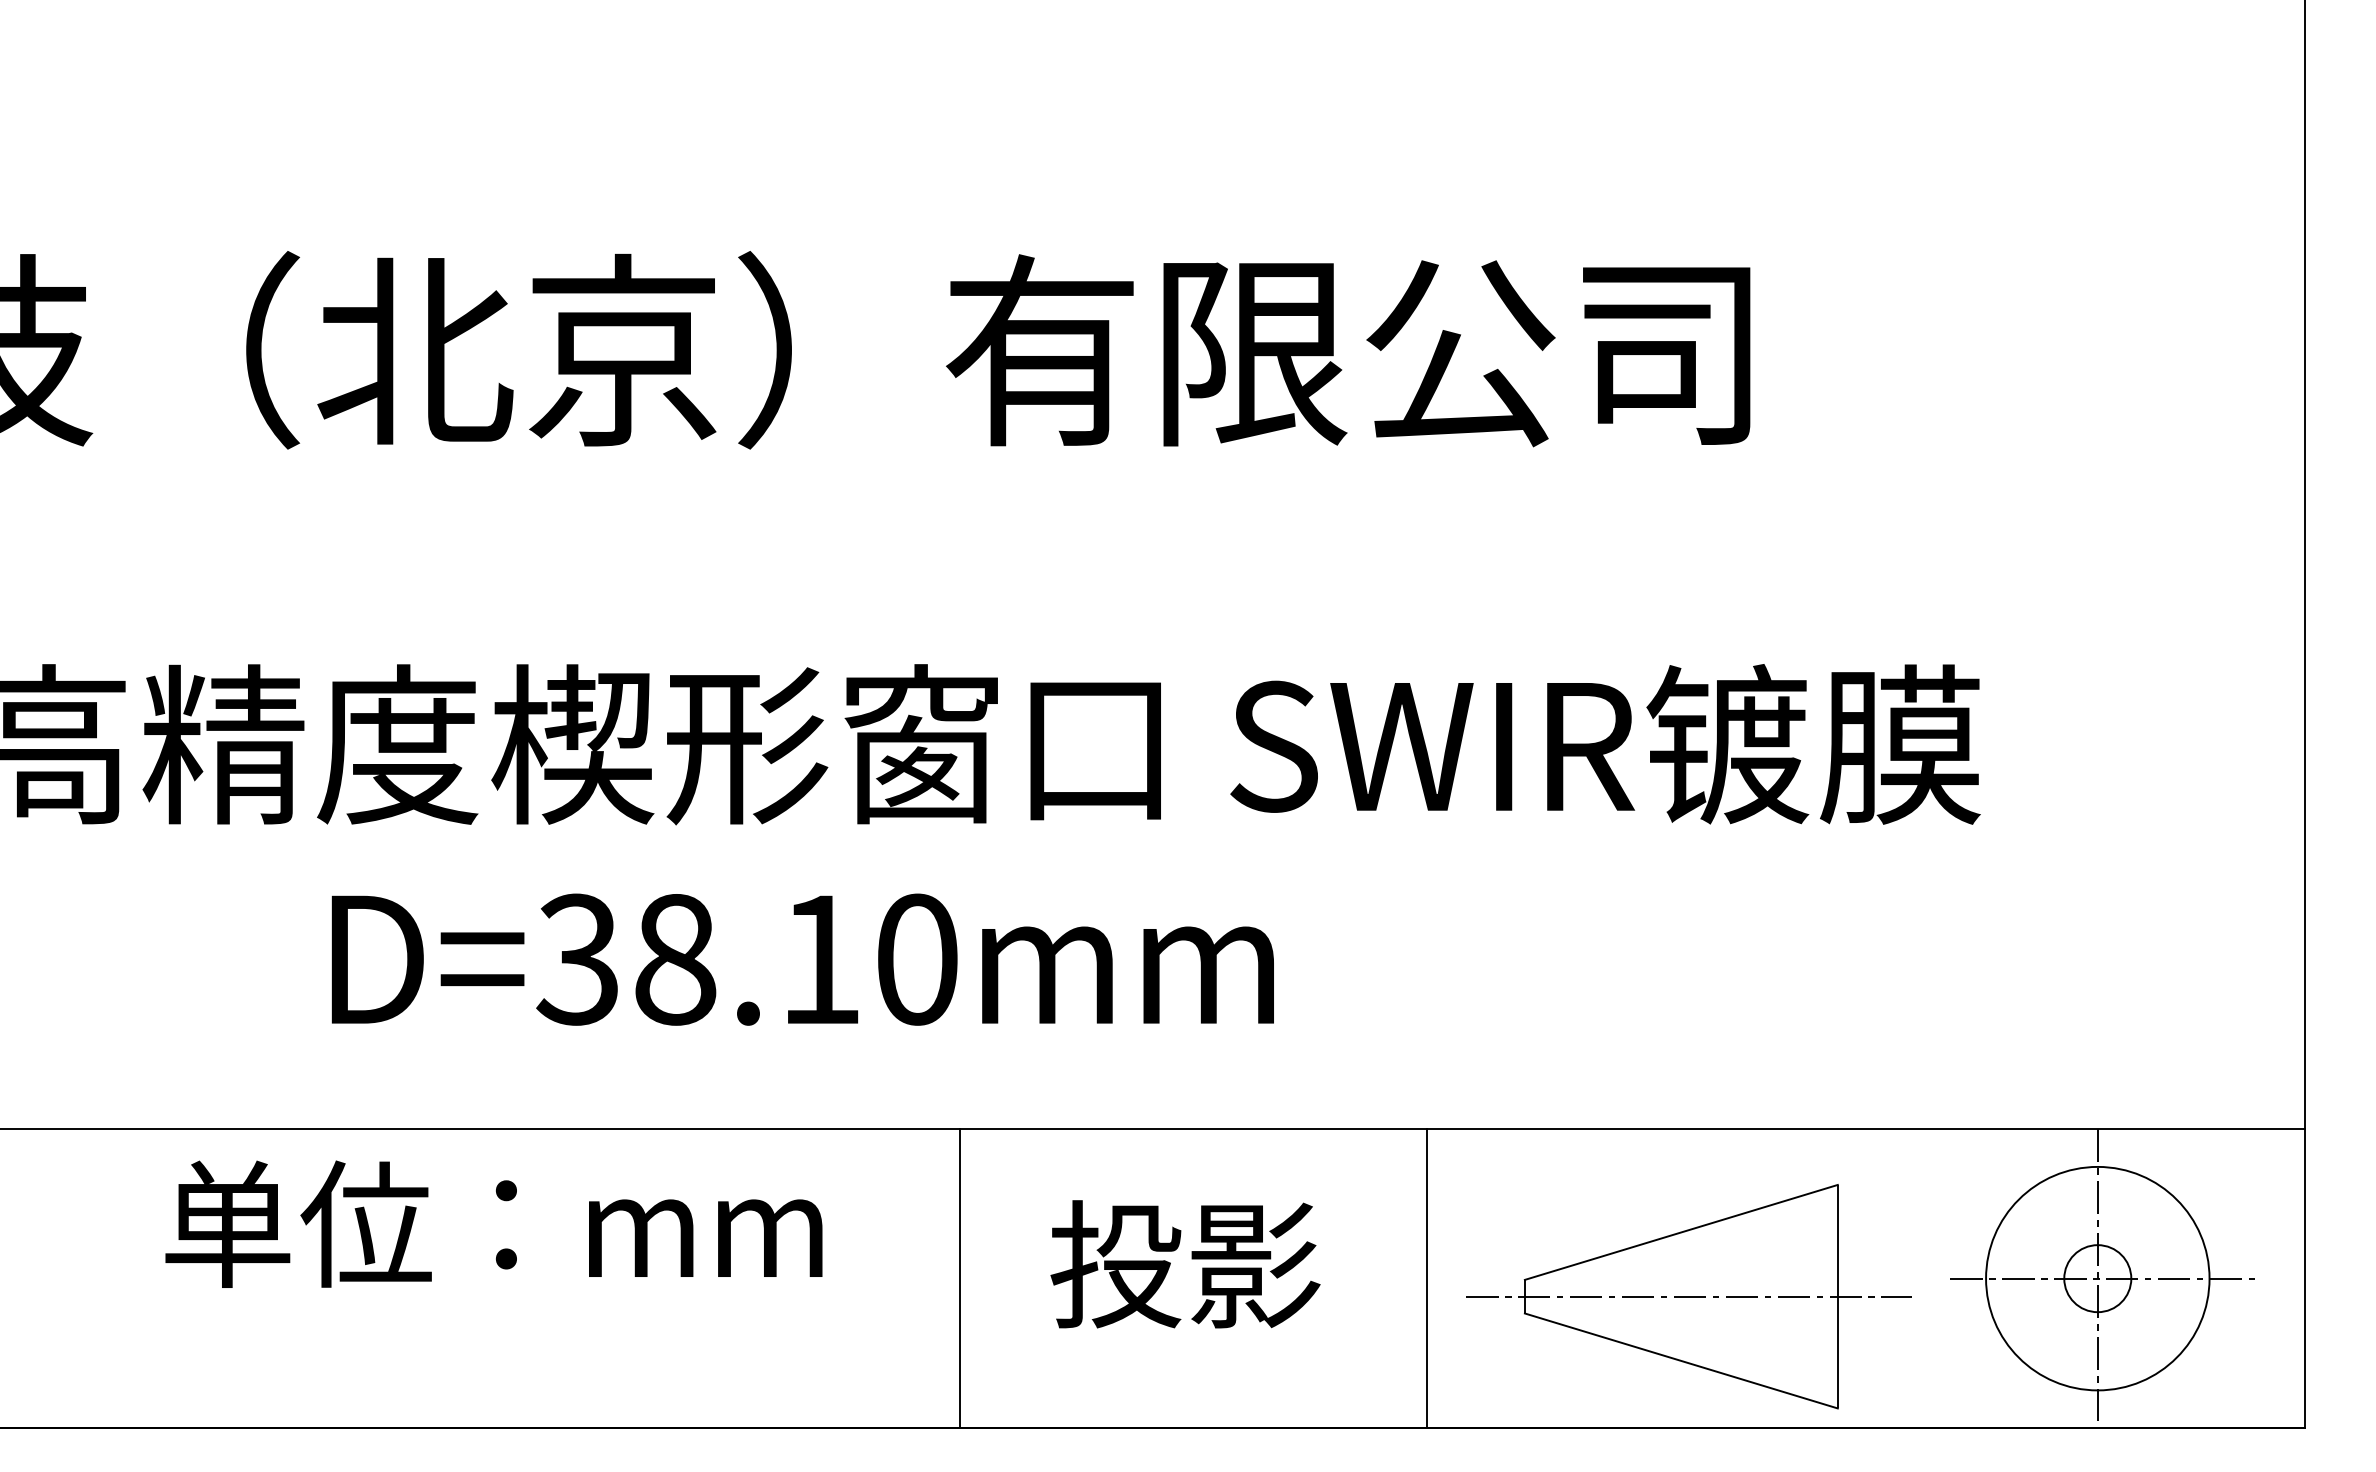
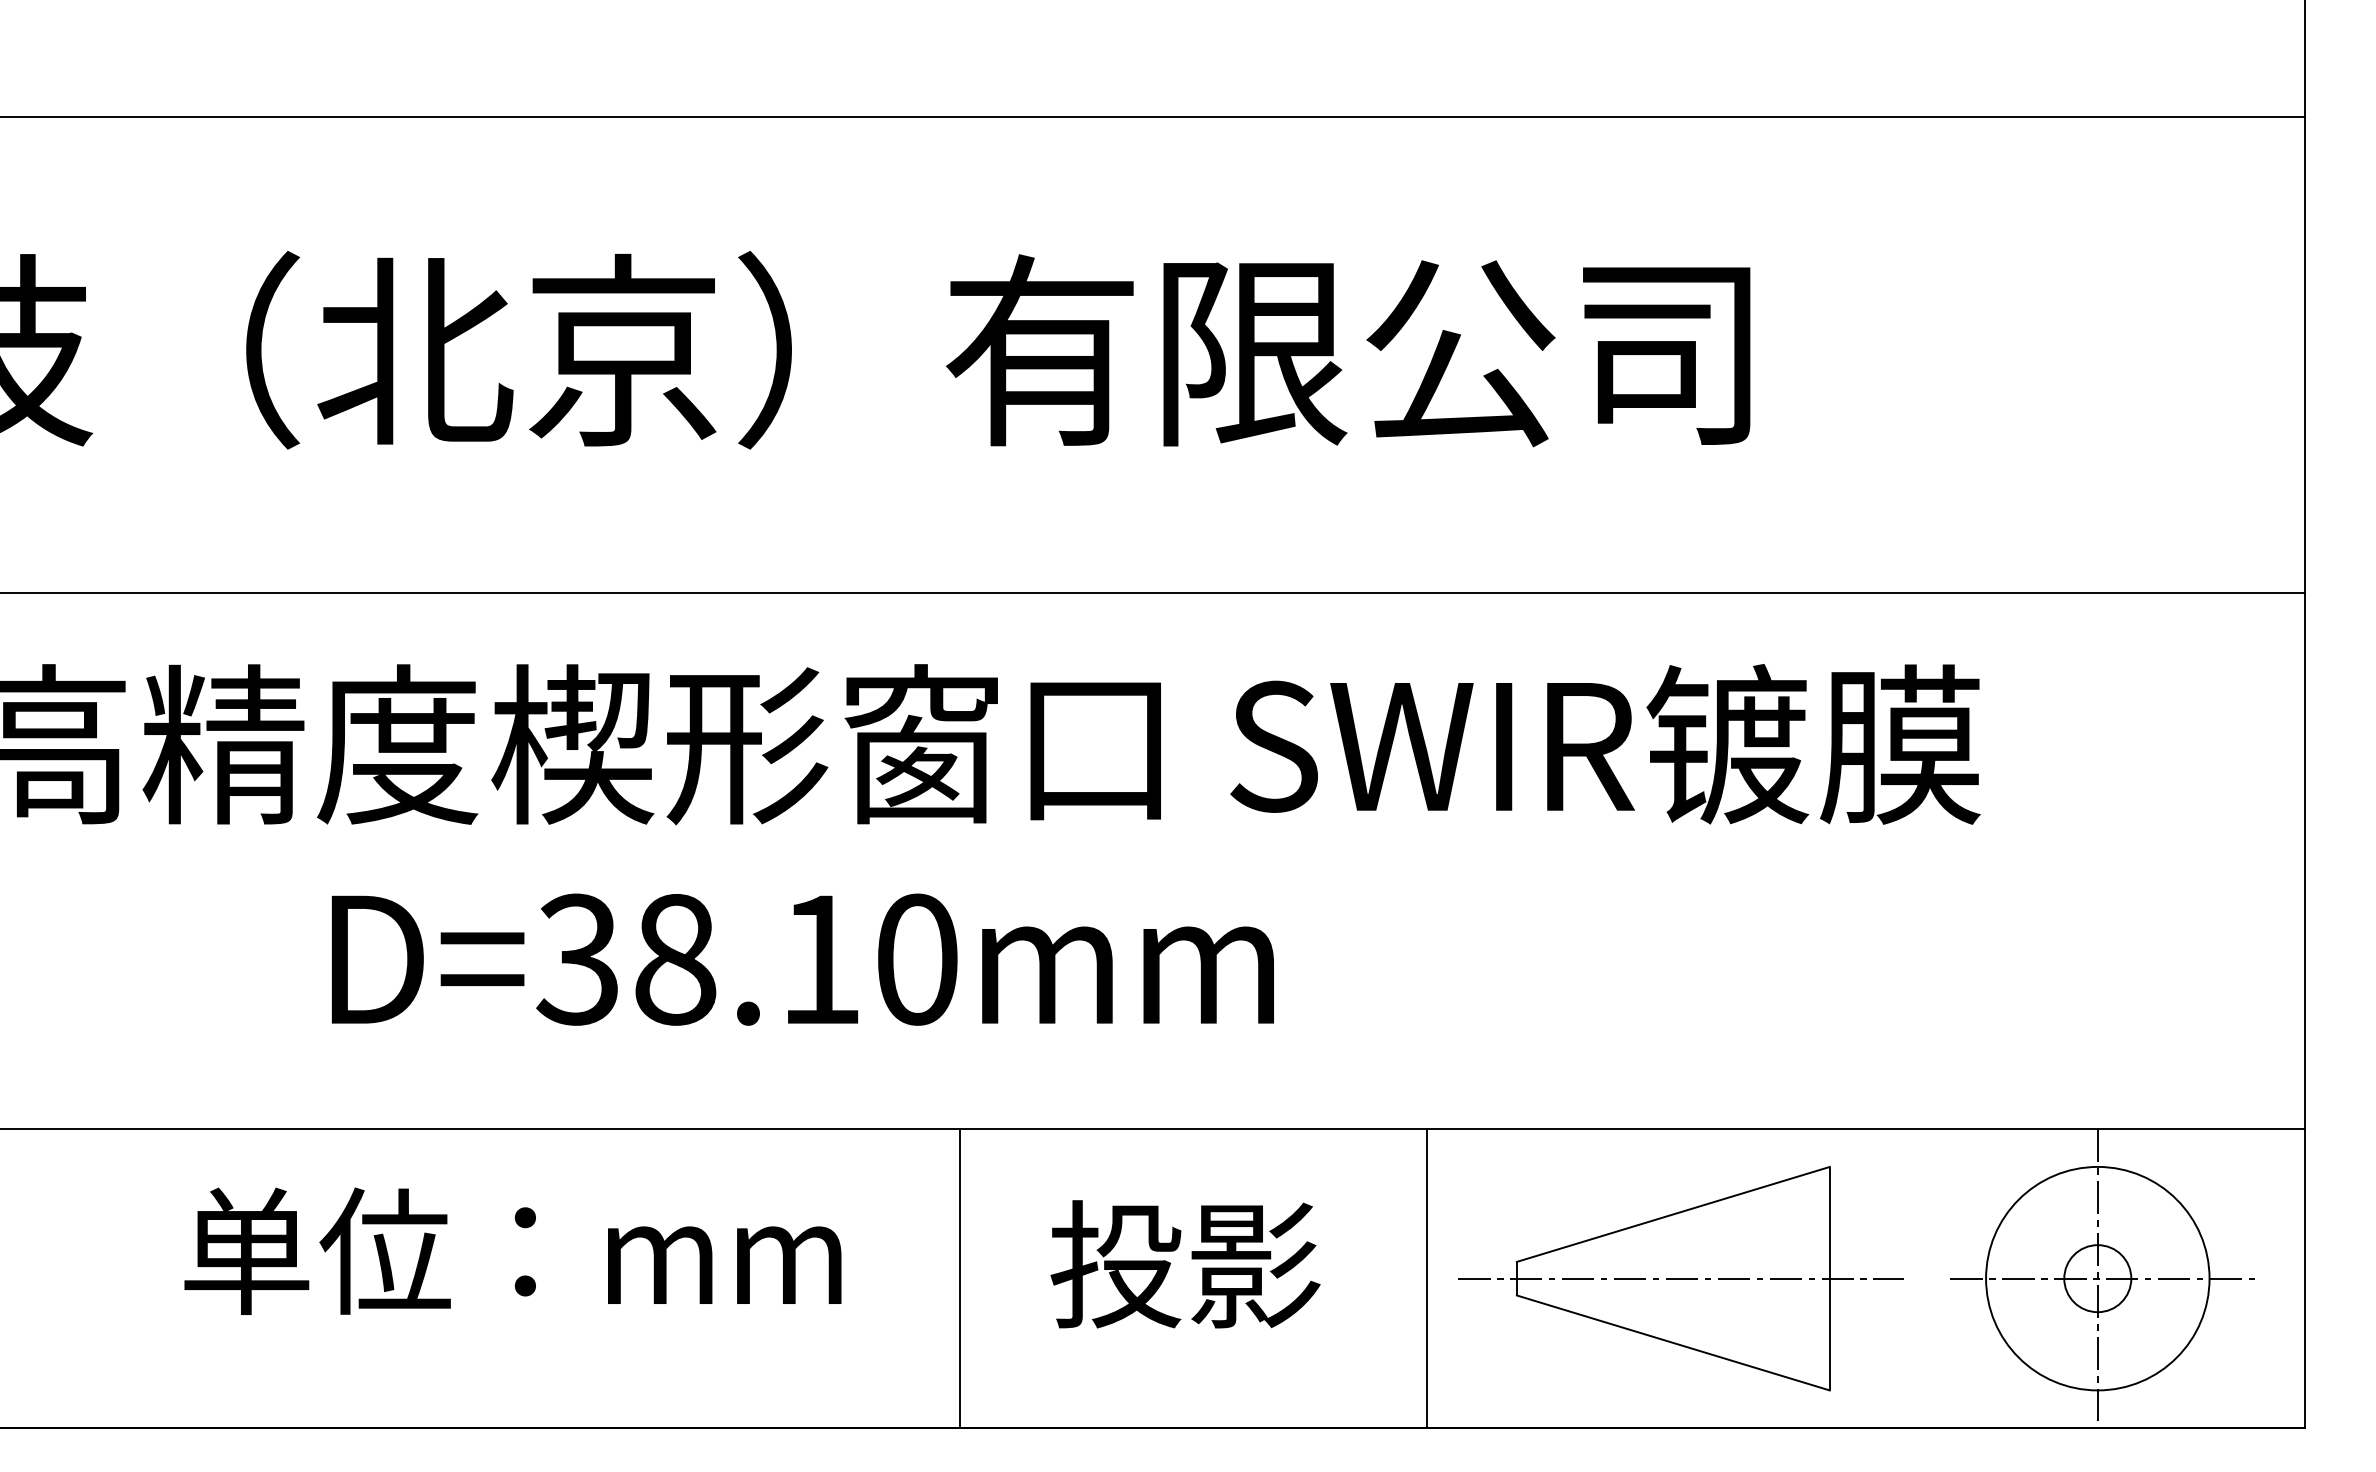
line at (1153, 116): none -> present
line at (1153, 593): none -> present
text at (493, 1223) position: (493, 1223) -> (512, 1250)
part at (1688, 1296) position: (1688, 1296) -> (1680, 1278)
